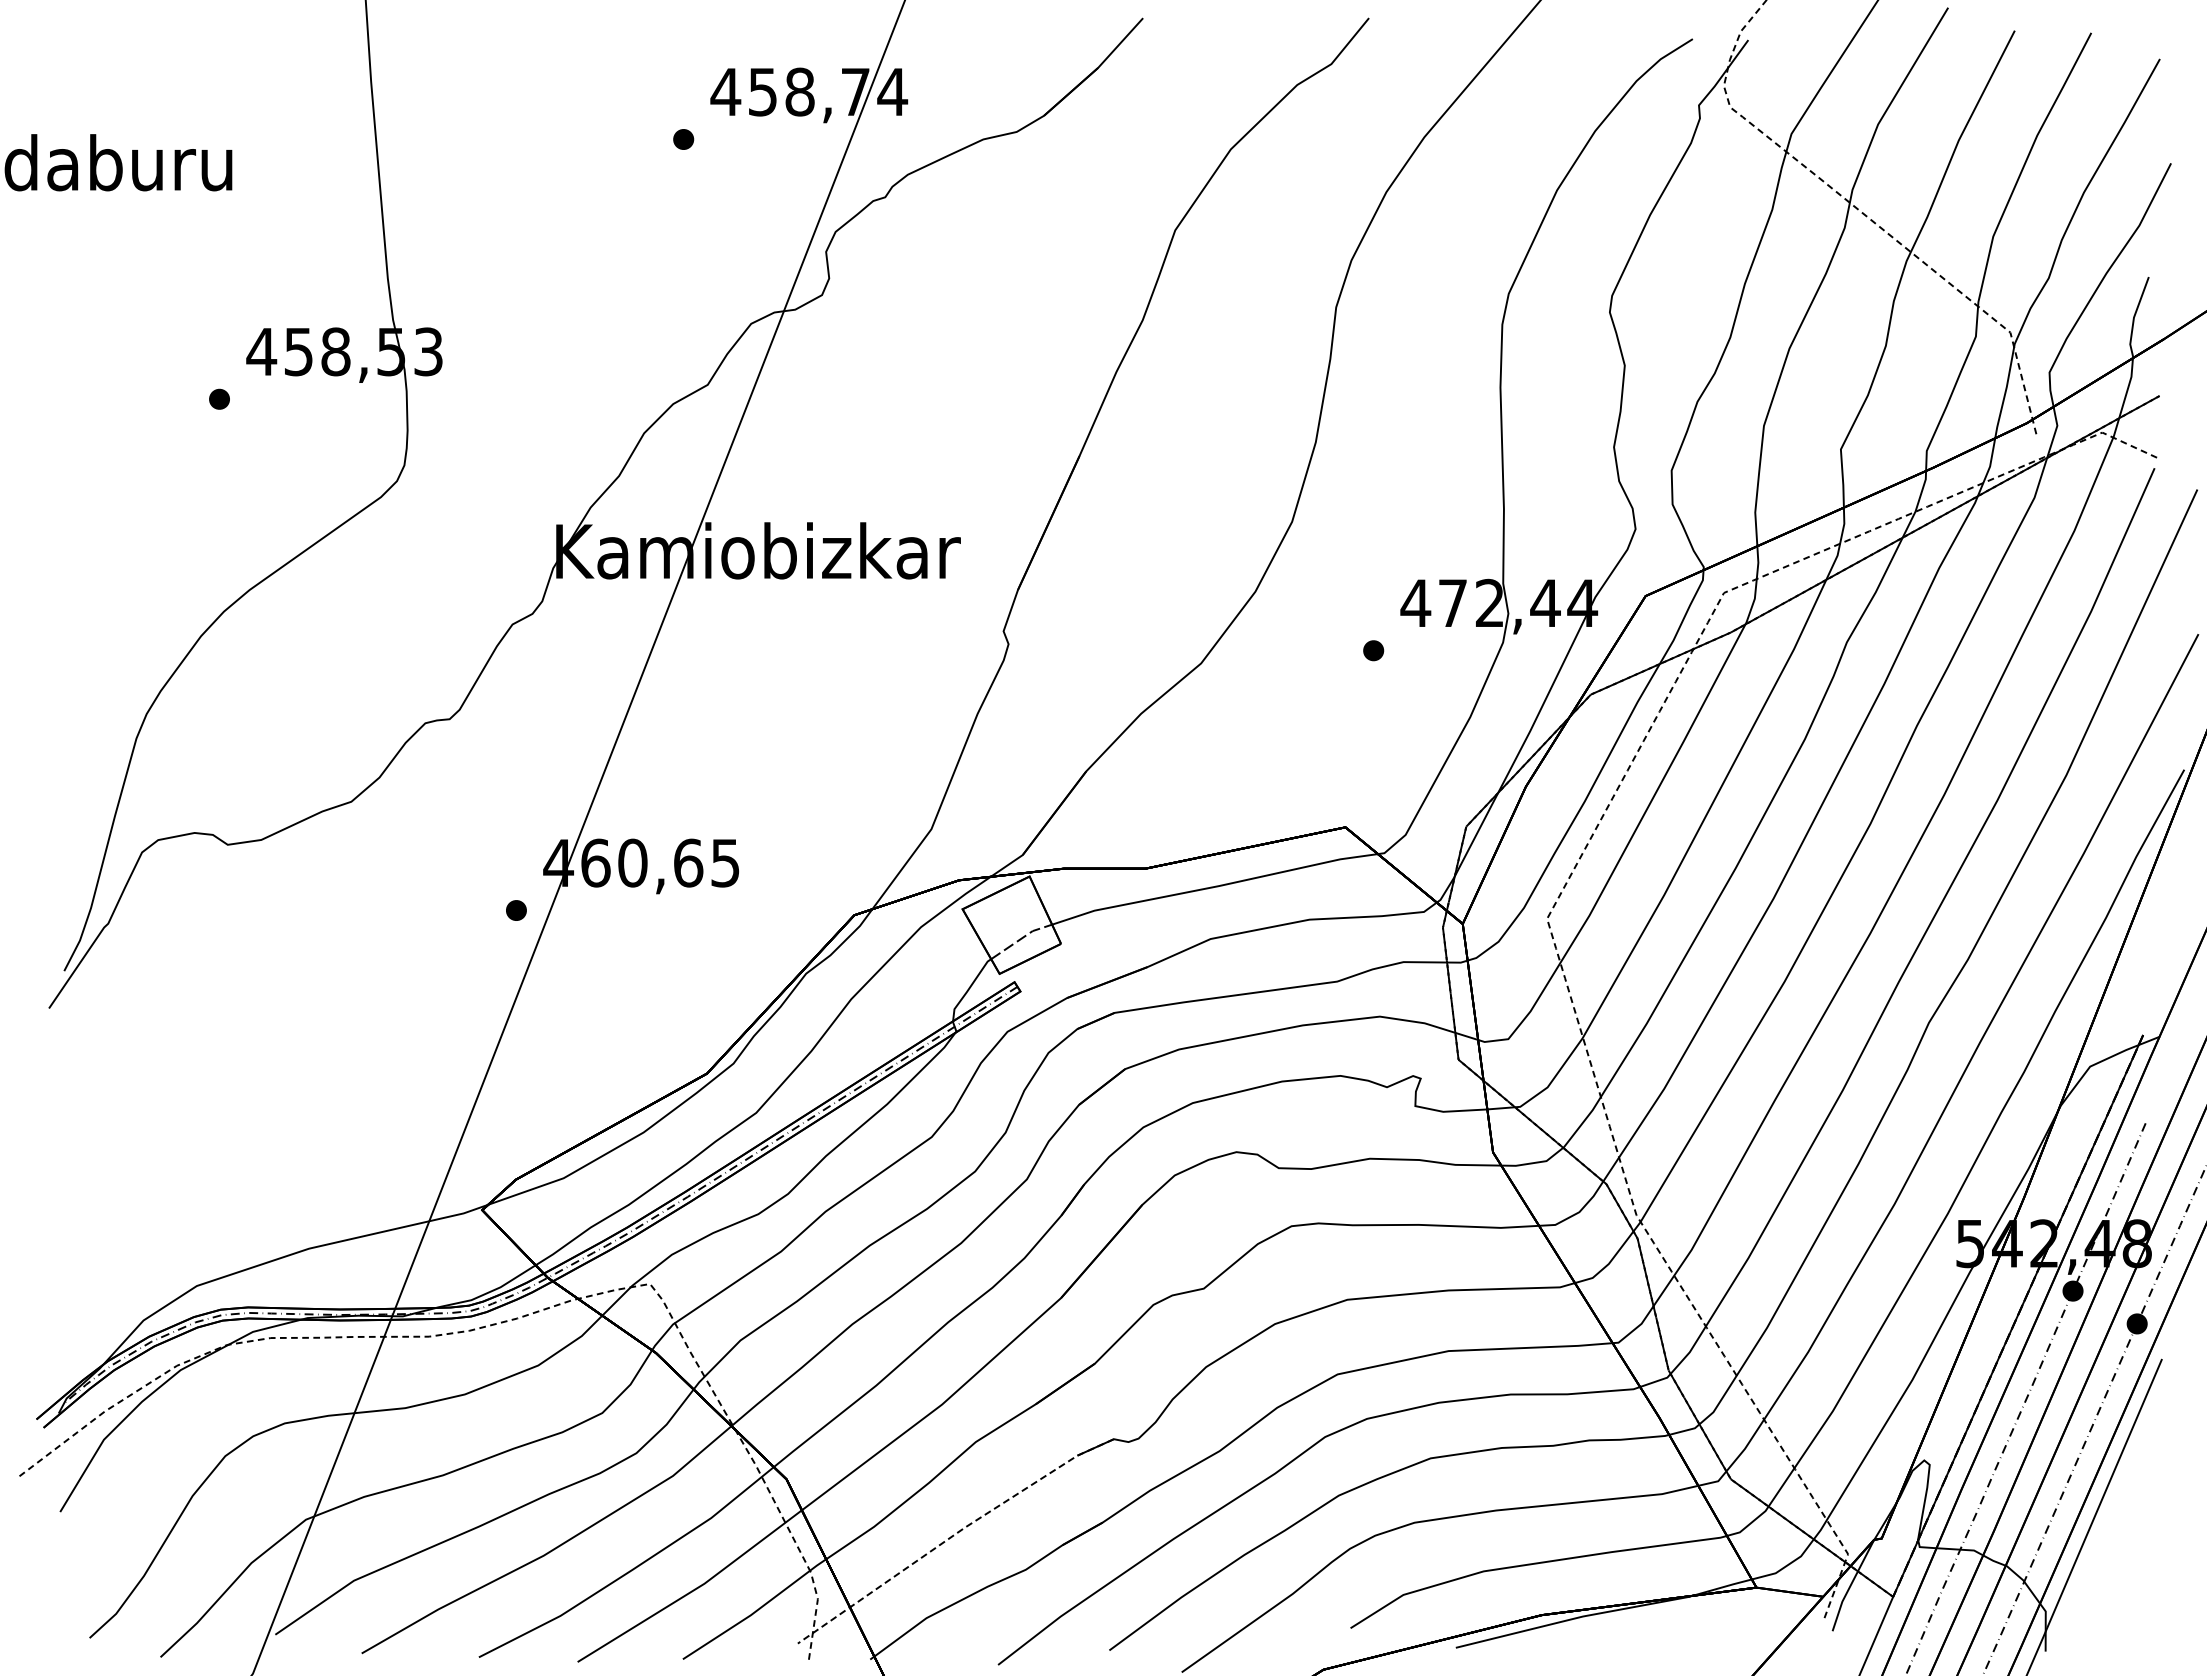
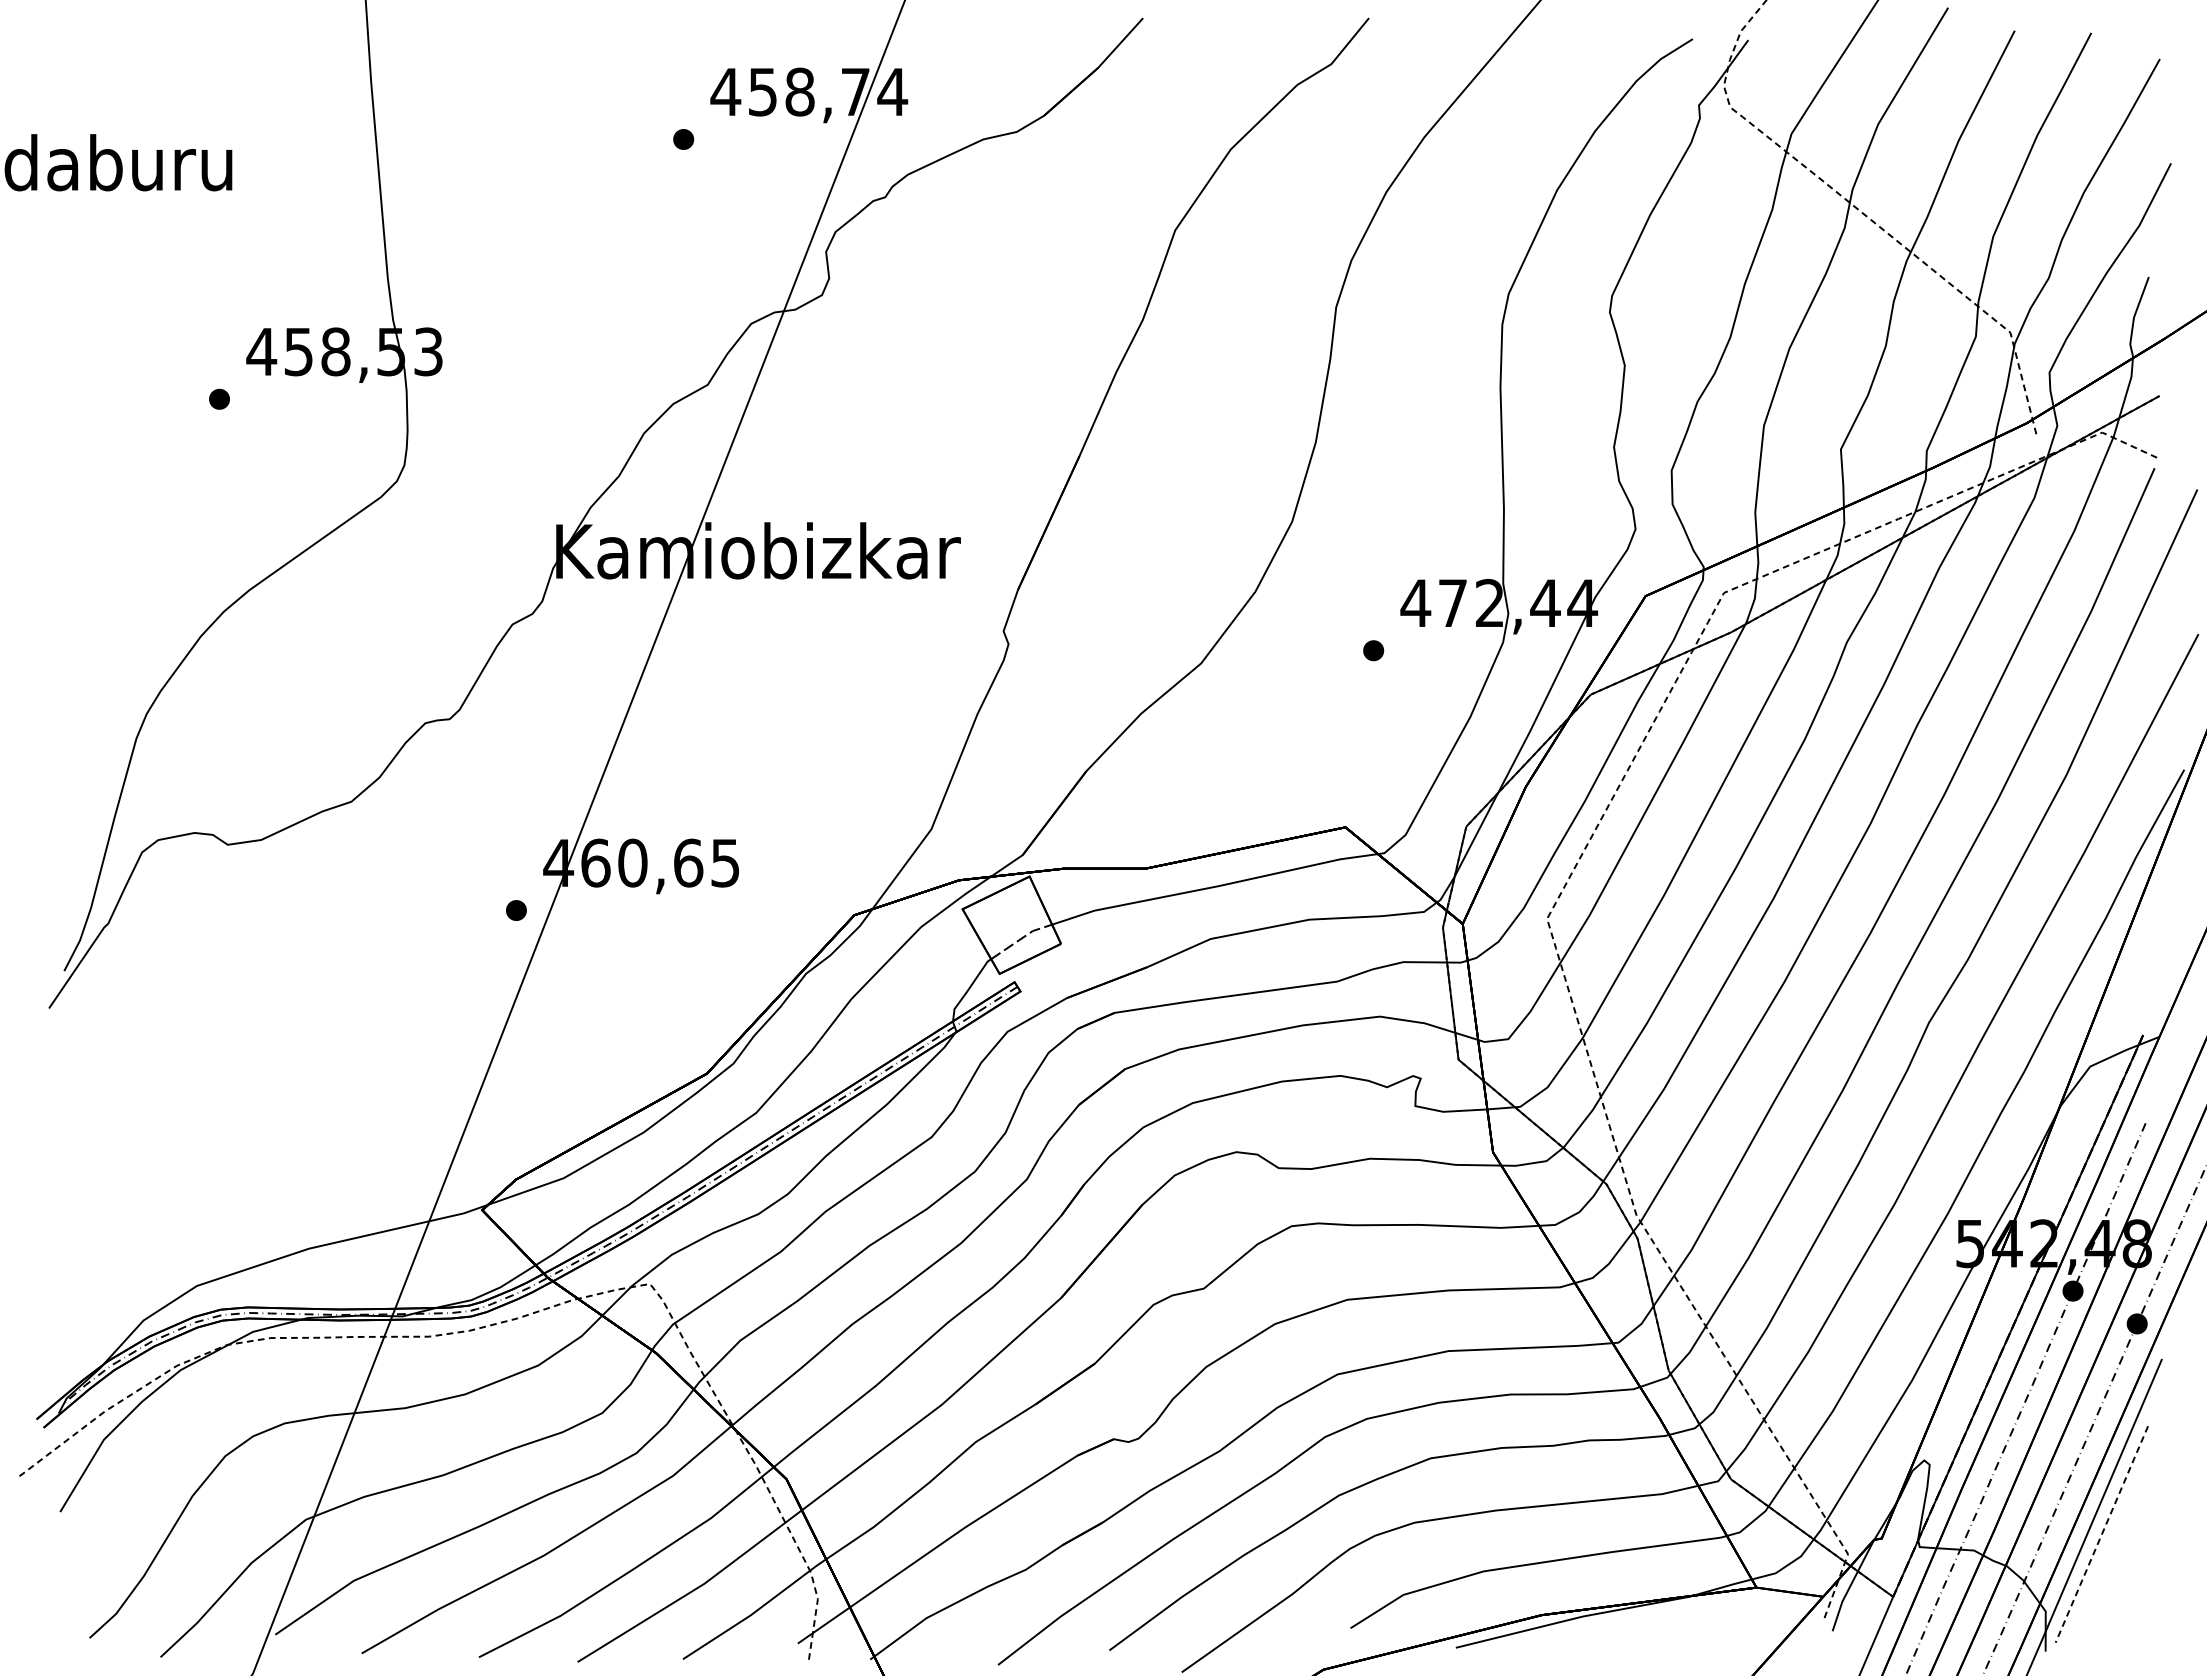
curve at (2101, 1534): none -> present
line at (953, 1535): dashed -> solid
